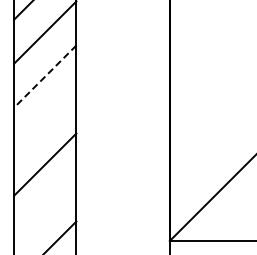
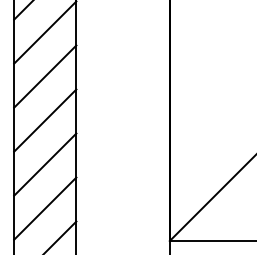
line at (44, 76): dashed -> solid
line at (45, 120): none -> present
line at (45, 208): none -> present
